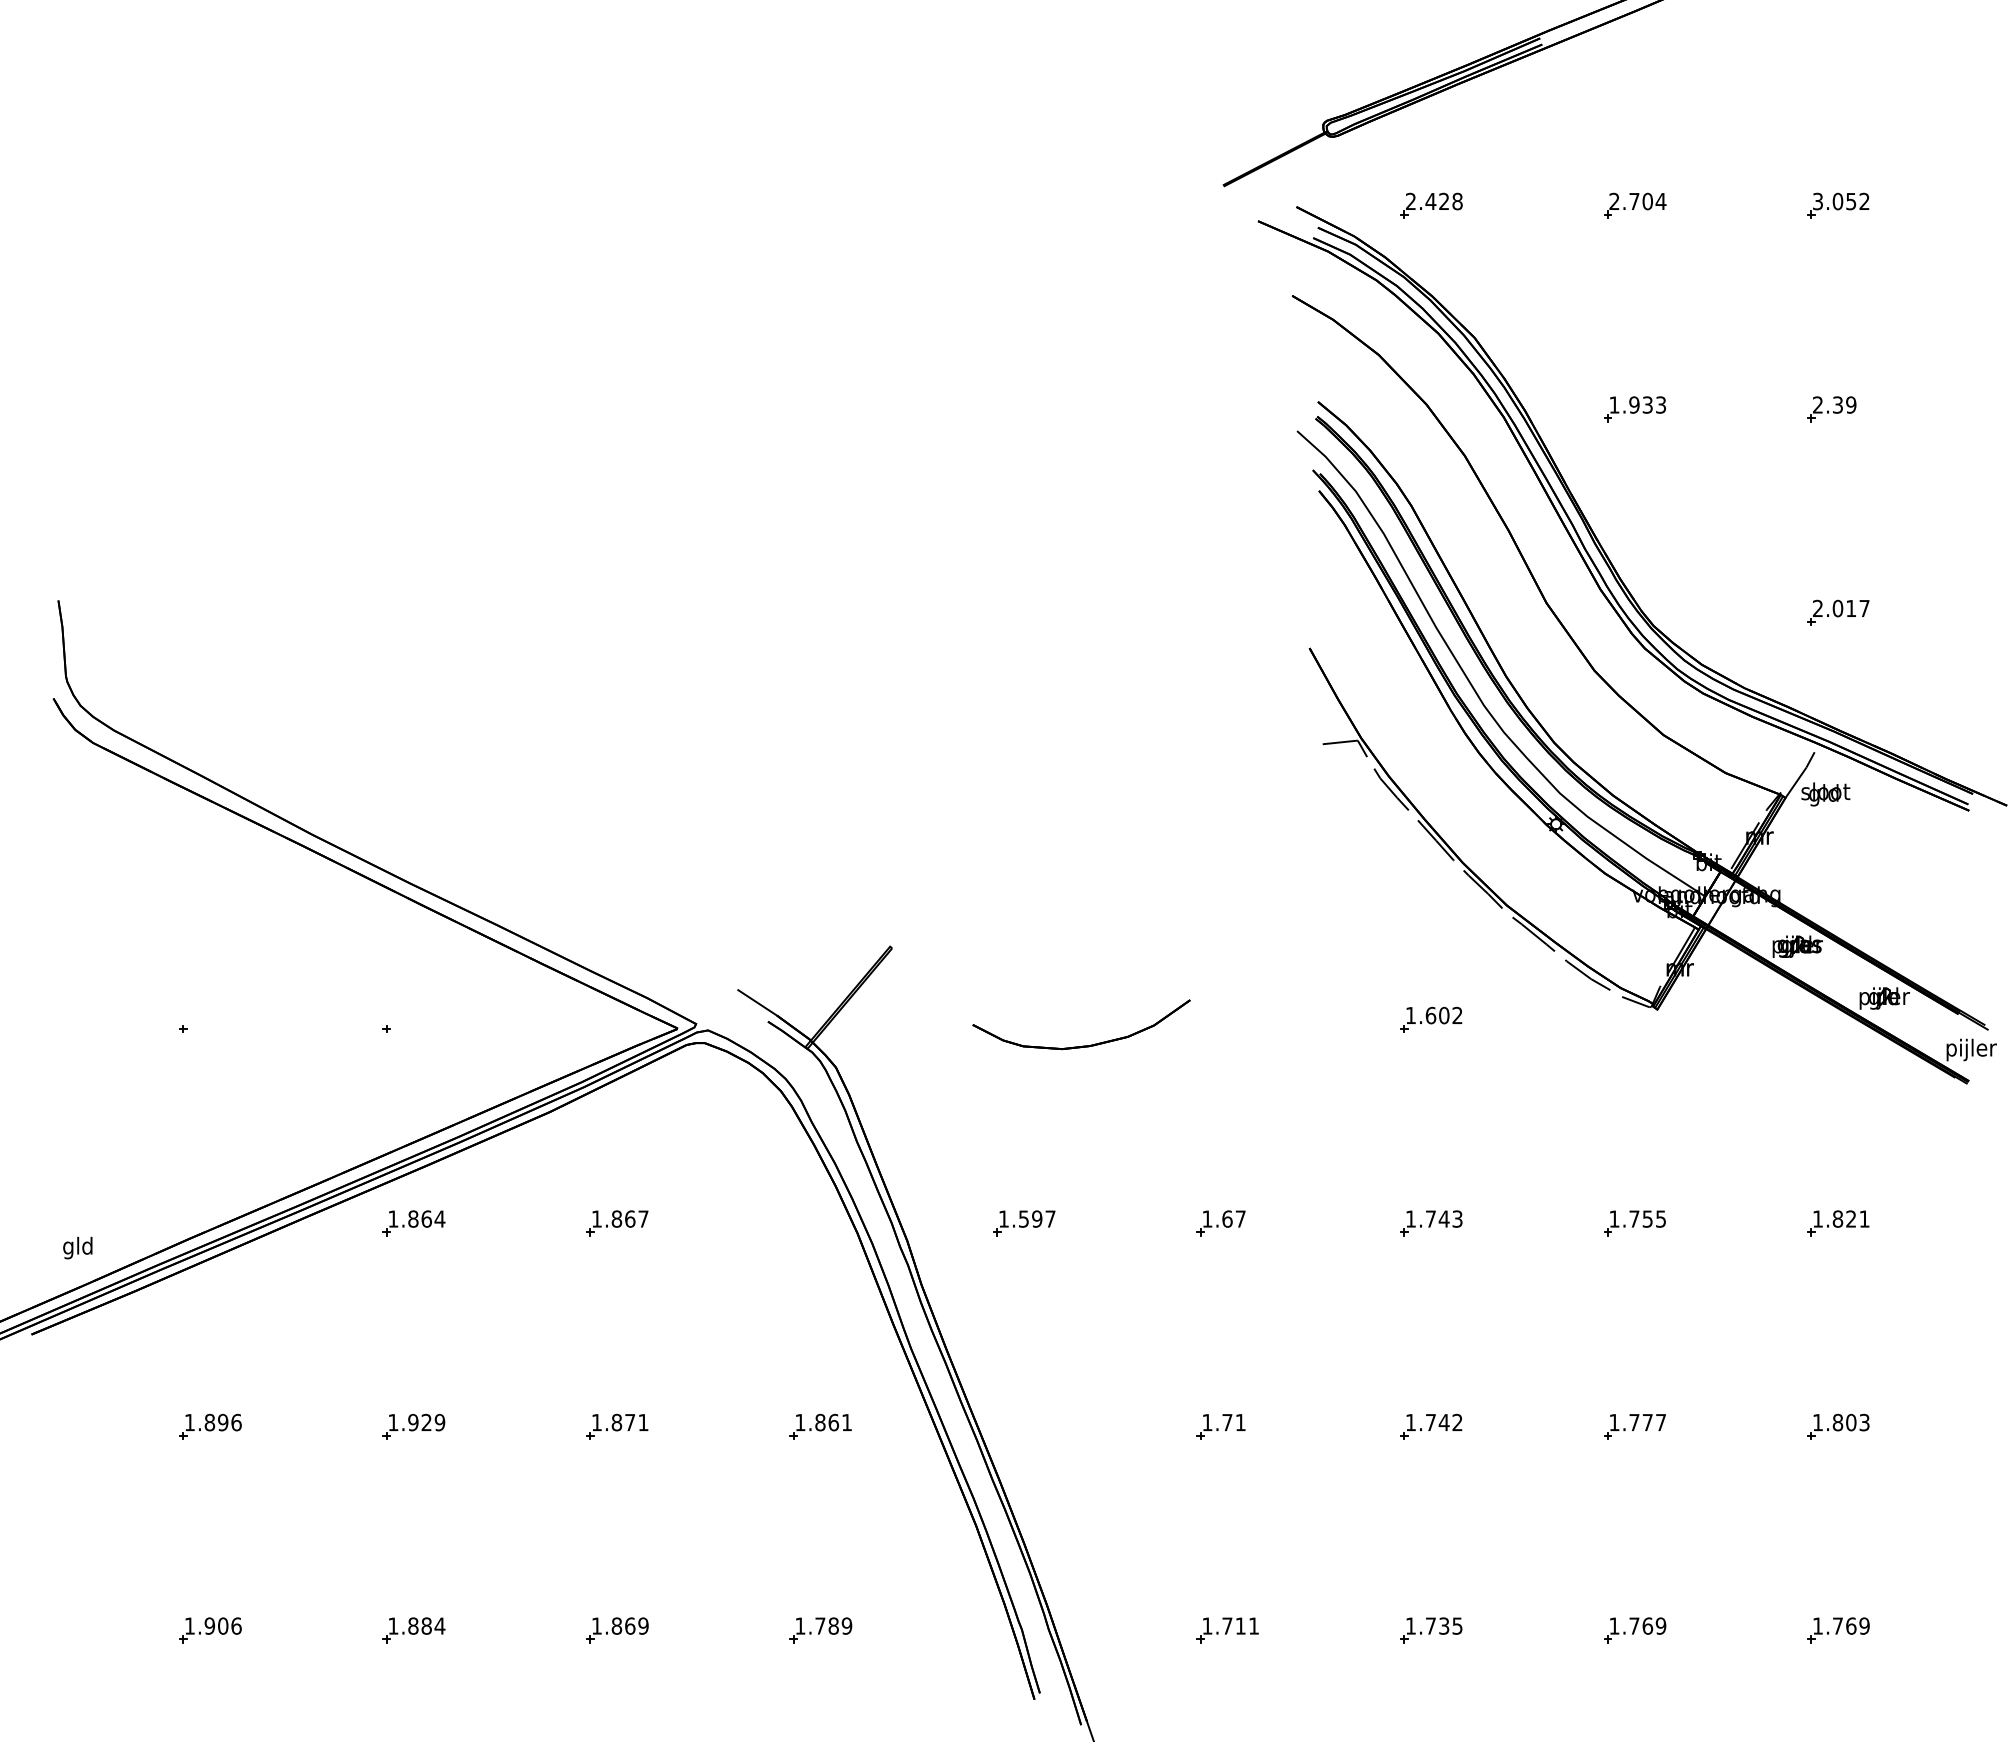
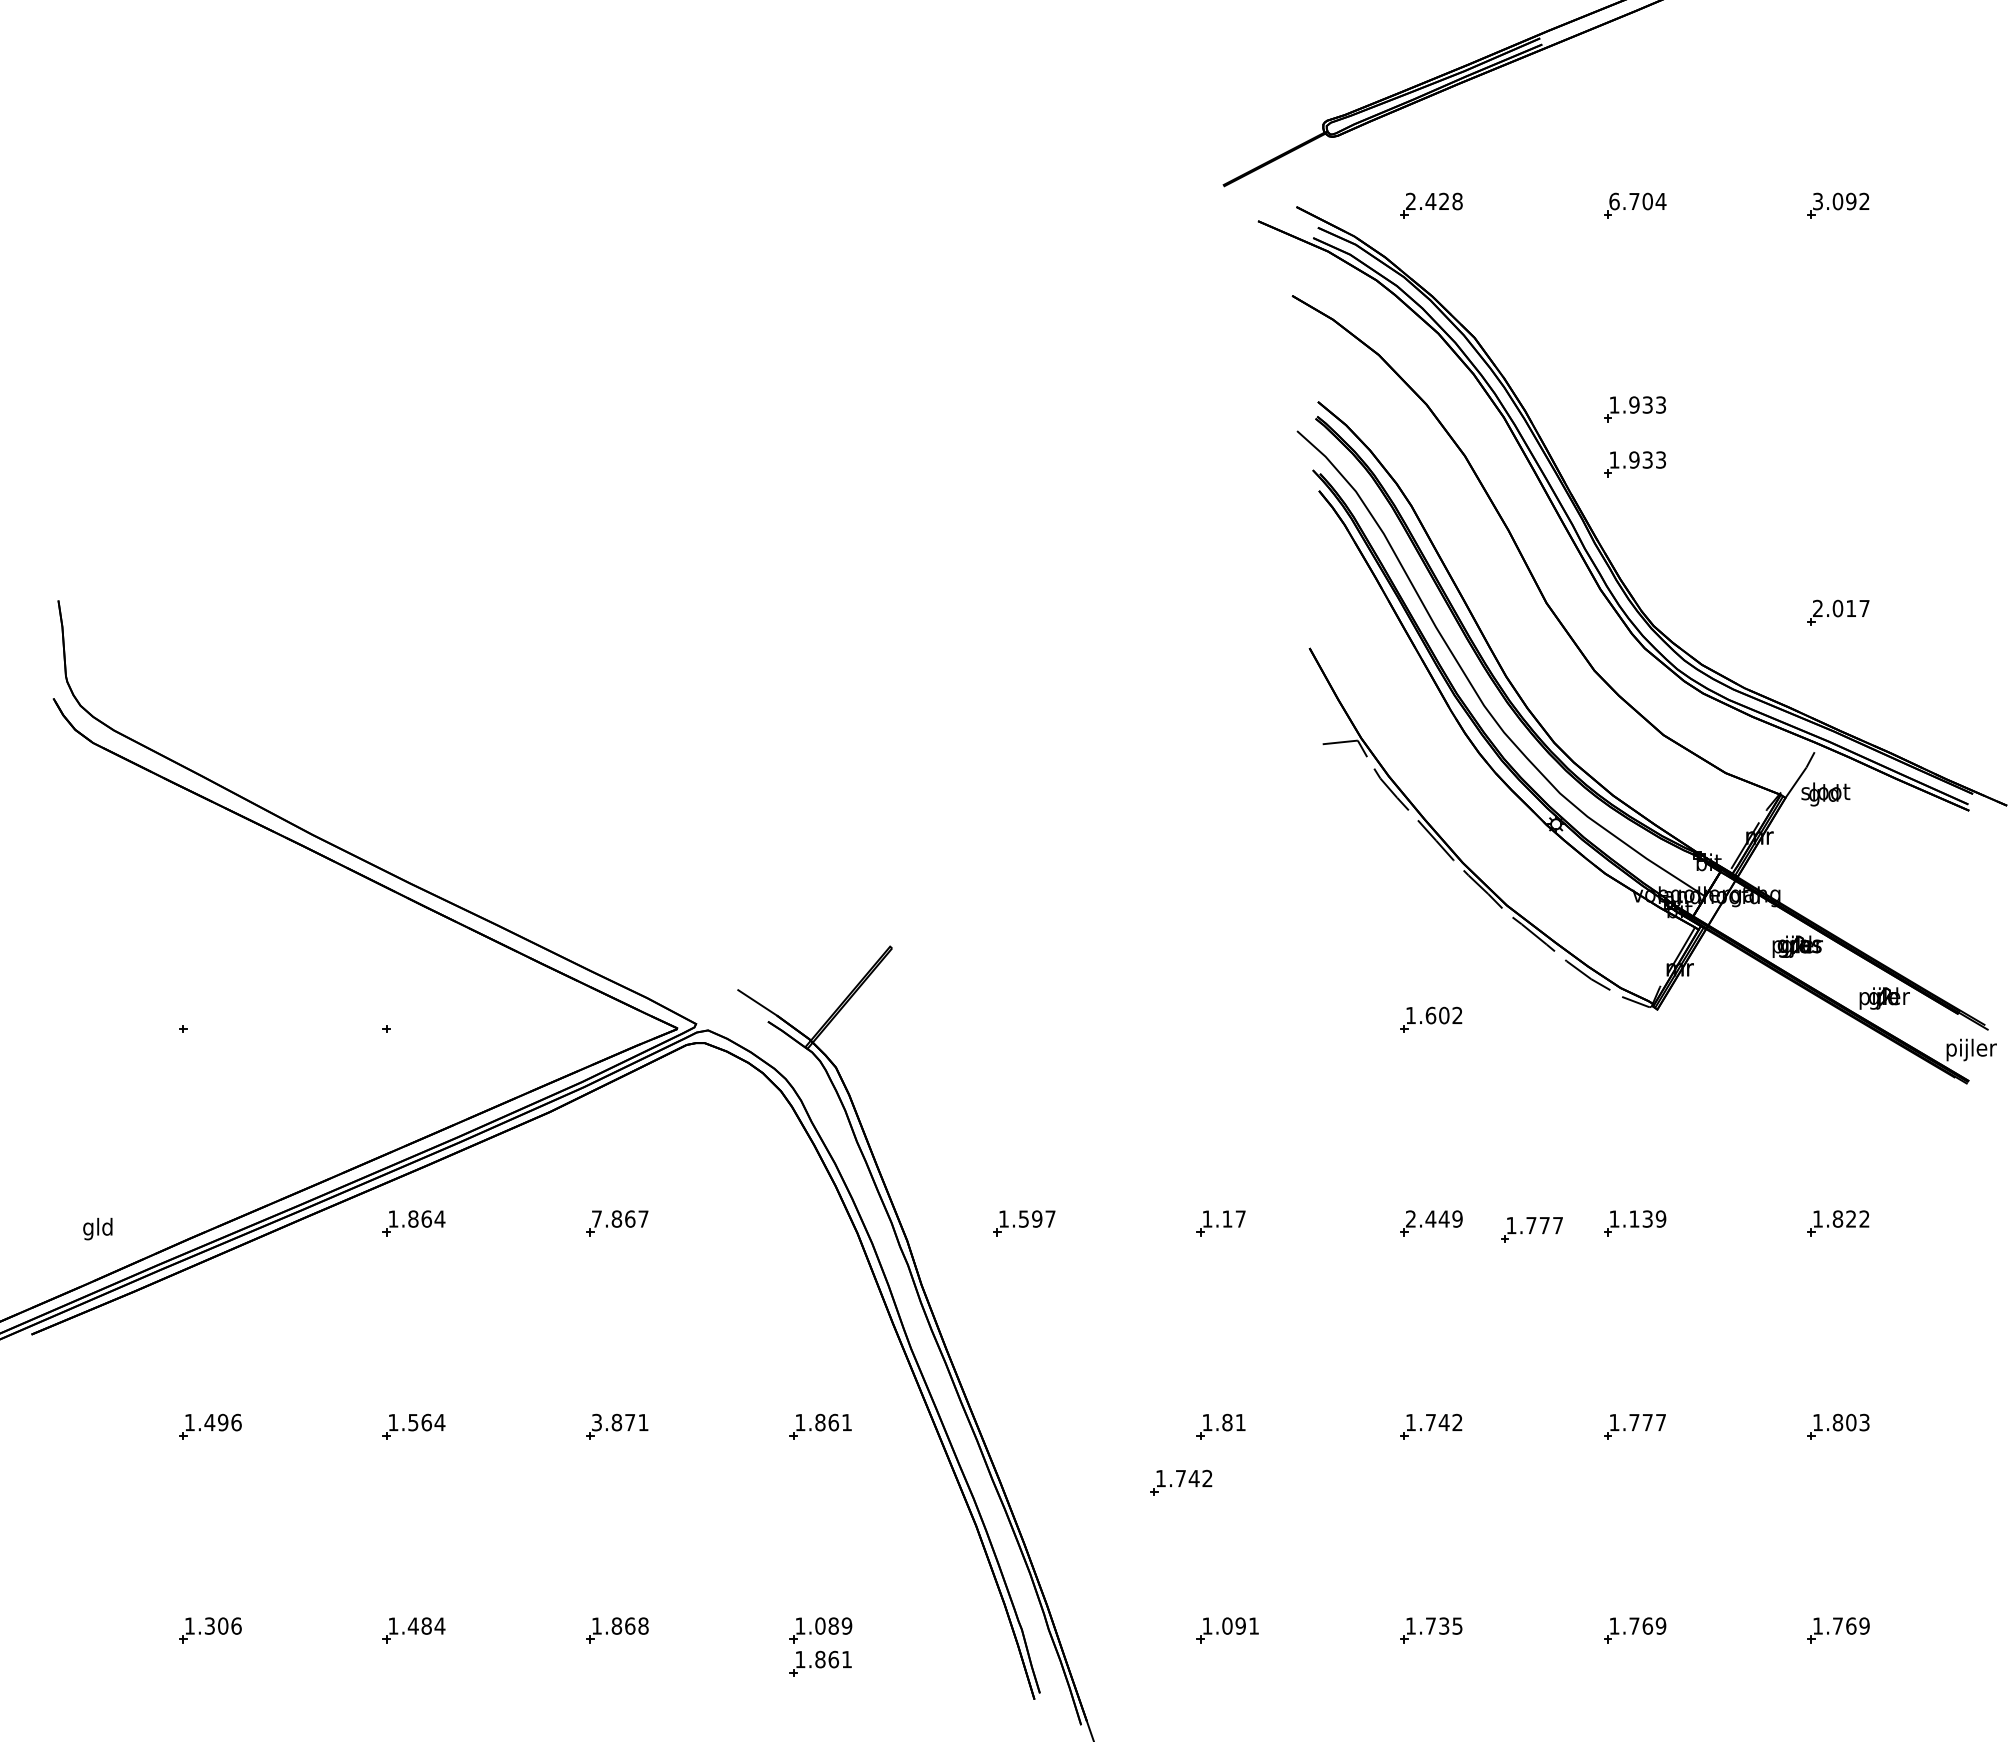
text at (1851, 200): 3.052 -> 3.092
text at (1614, 201): 2.704 -> 6.704
part at (1831, 409): present -> none
part at (1634, 464): none -> present
part at (1082, 1045): present -> none
text at (596, 1218): 1.867 -> 7.867
text at (1227, 1218): 1.67 -> 1.17
text at (1434, 1218): 1.743 -> 2.449
text at (1647, 1218): 1.755 -> 1.139
text at (1864, 1218): 1.821 -> 1.822
part at (1531, 1229): none -> present
text at (77, 1247) position: (77, 1247) -> (97, 1228)
text at (209, 1422): 1.896 -> 1.496
text at (426, 1422): 1.929 -> 1.564
text at (596, 1422): 1.871 -> 3.871
text at (1227, 1422): 1.71 -> 1.81
part at (1181, 1482): none -> present
text at (209, 1625): 1.906 -> 1.306
text at (412, 1625): 1.884 -> 1.484
text at (643, 1625): 1.869 -> 1.868
text at (820, 1625): 1.789 -> 1.089
text at (1233, 1625): 1.711 -> 1.091
part at (820, 1663): none -> present
